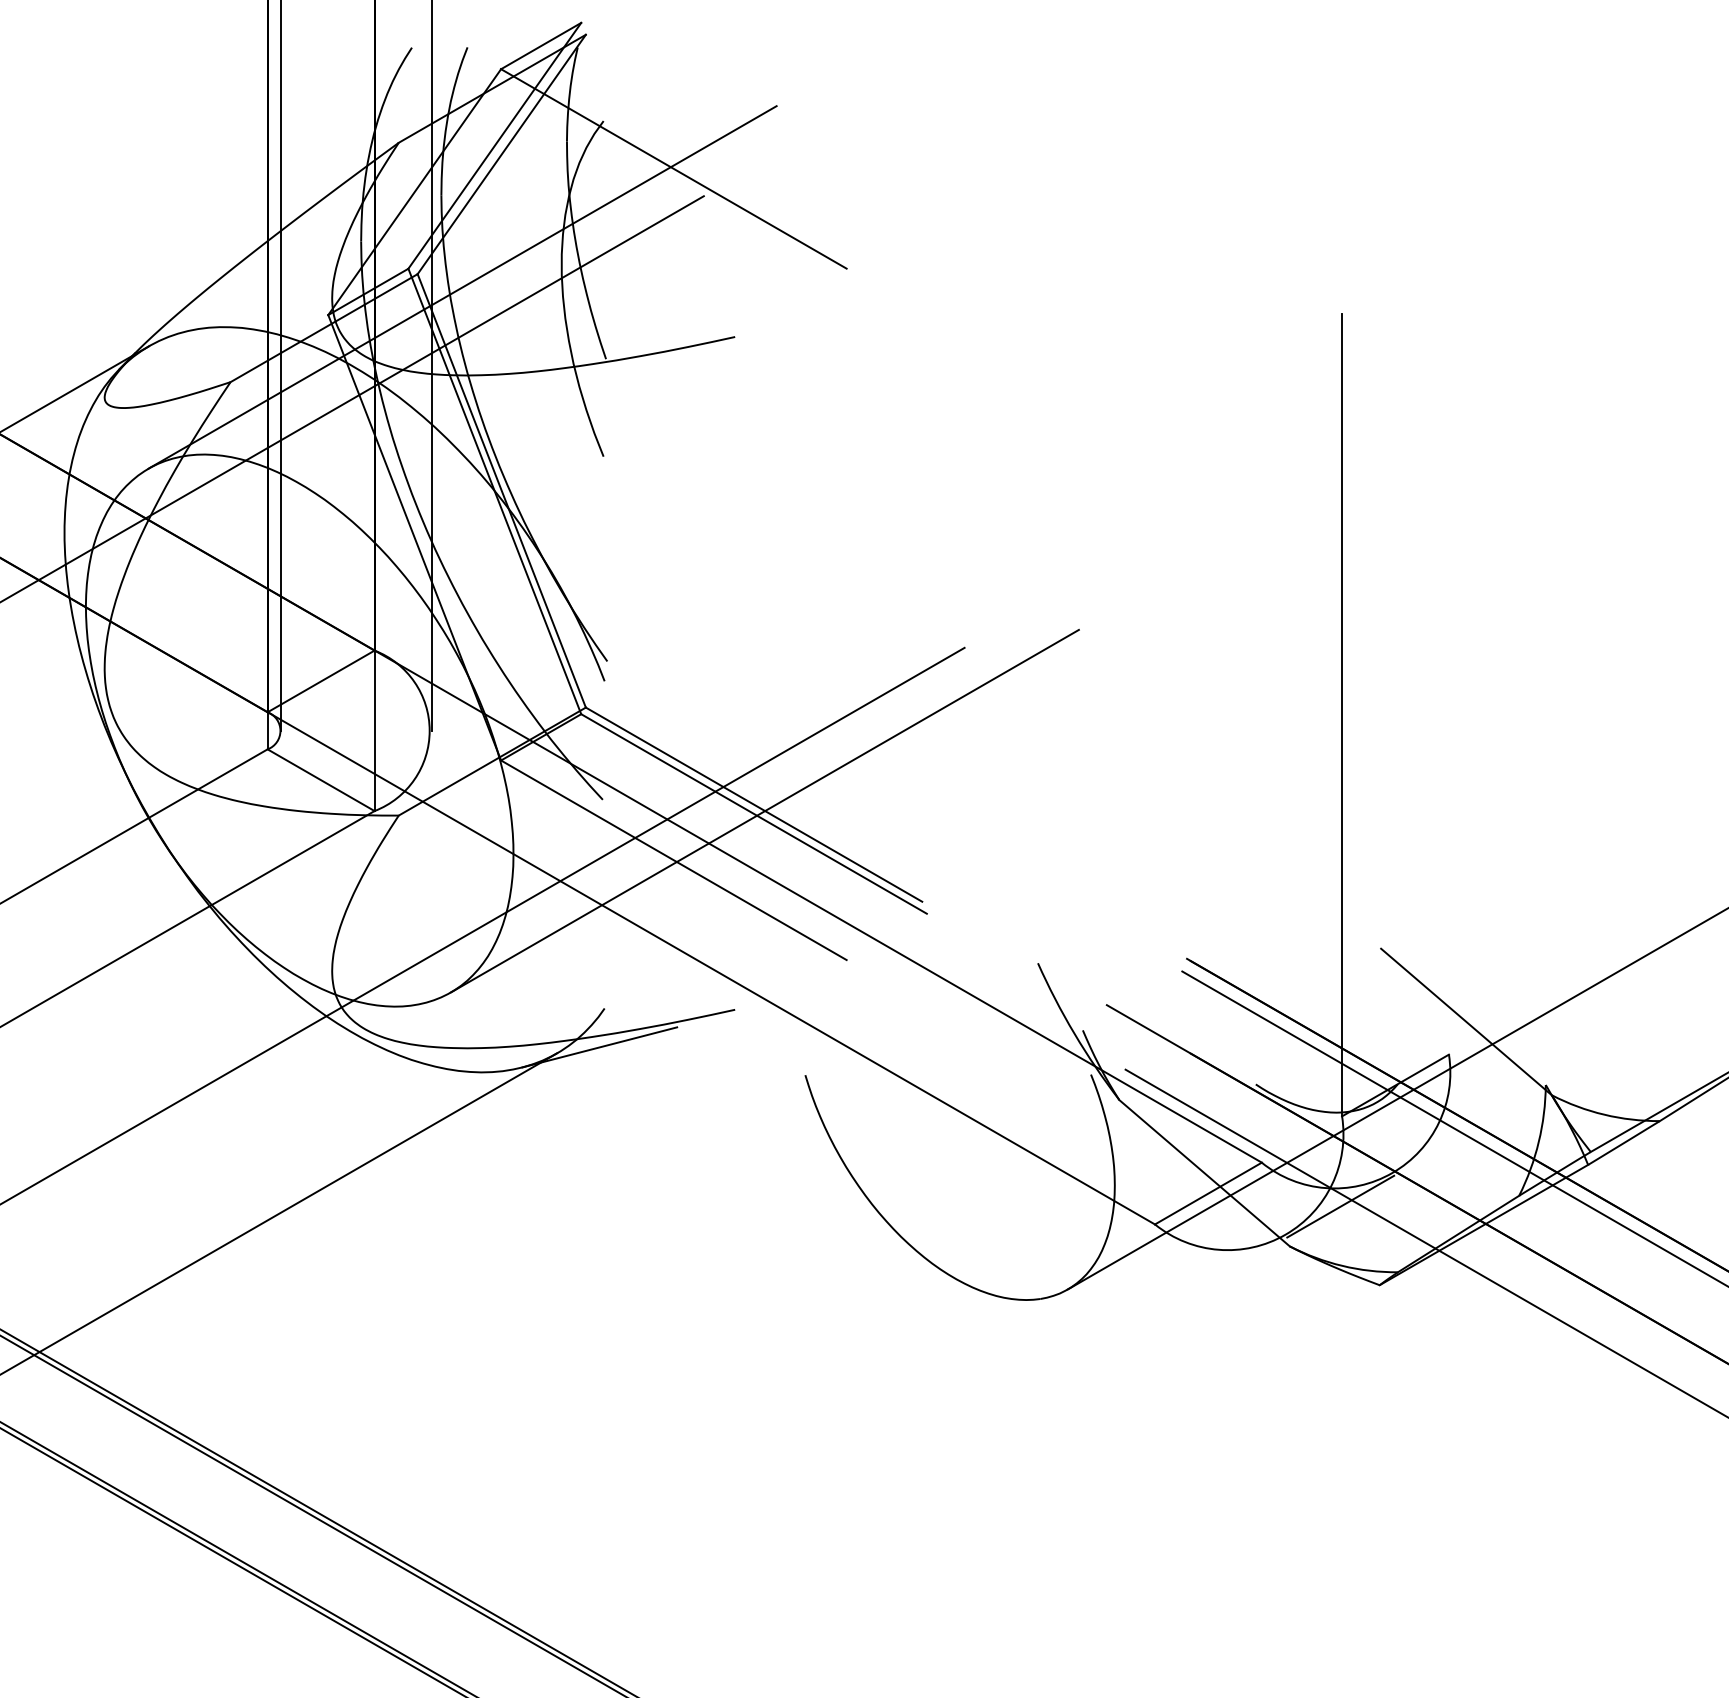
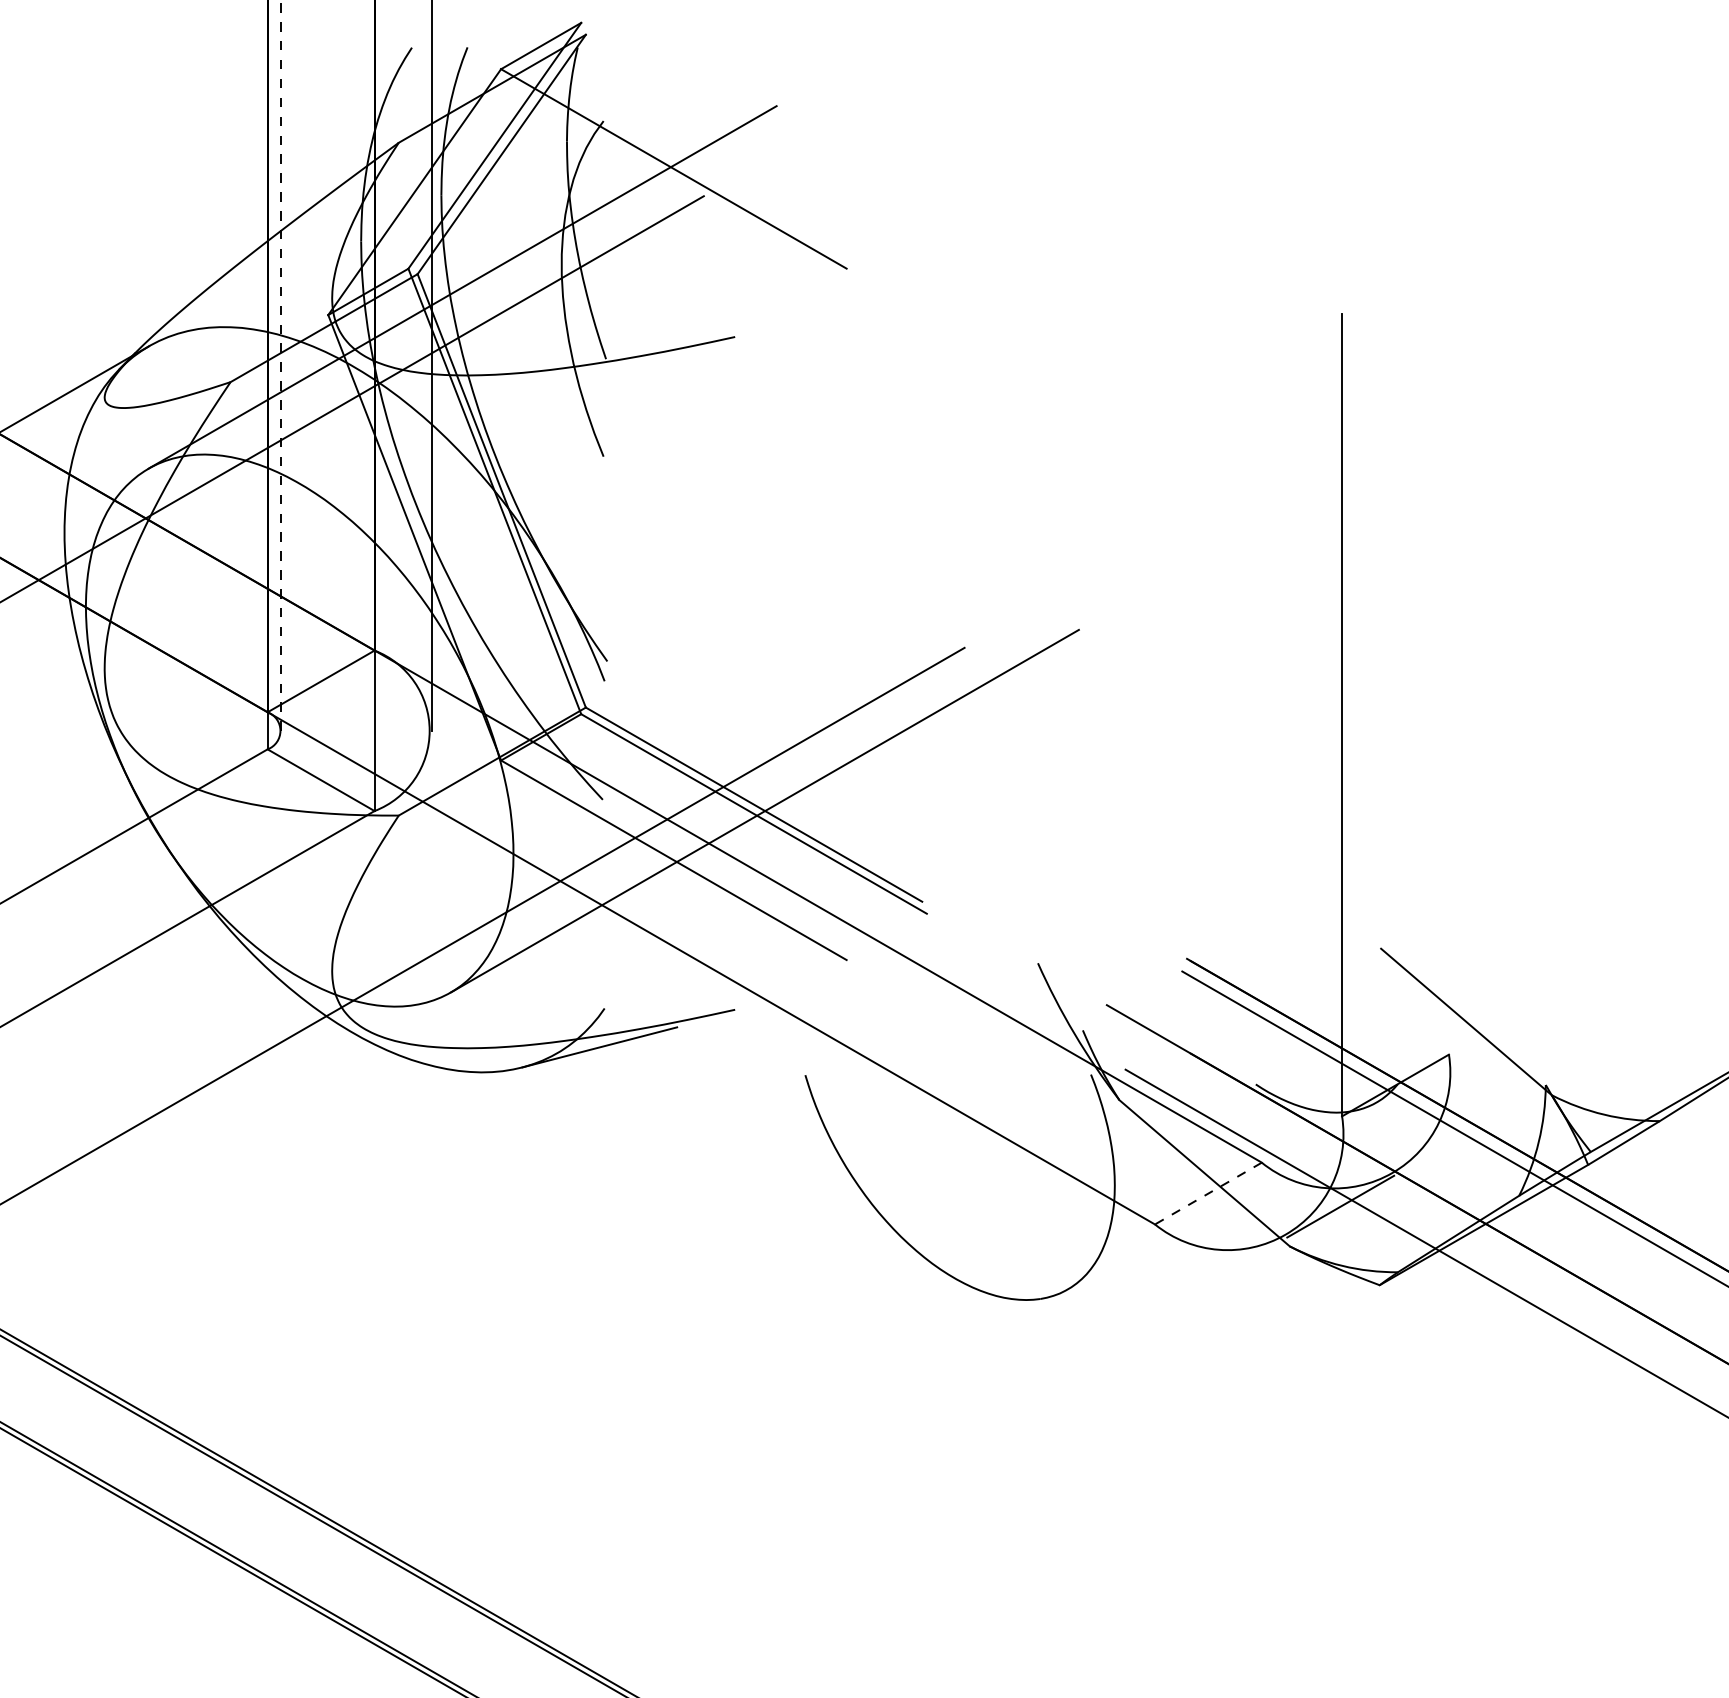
line at (280, 365): solid -> dashed
line at (1396, 1099): present -> none
line at (1208, 1193): solid -> dashed
line at (279, 1213): present -> none
